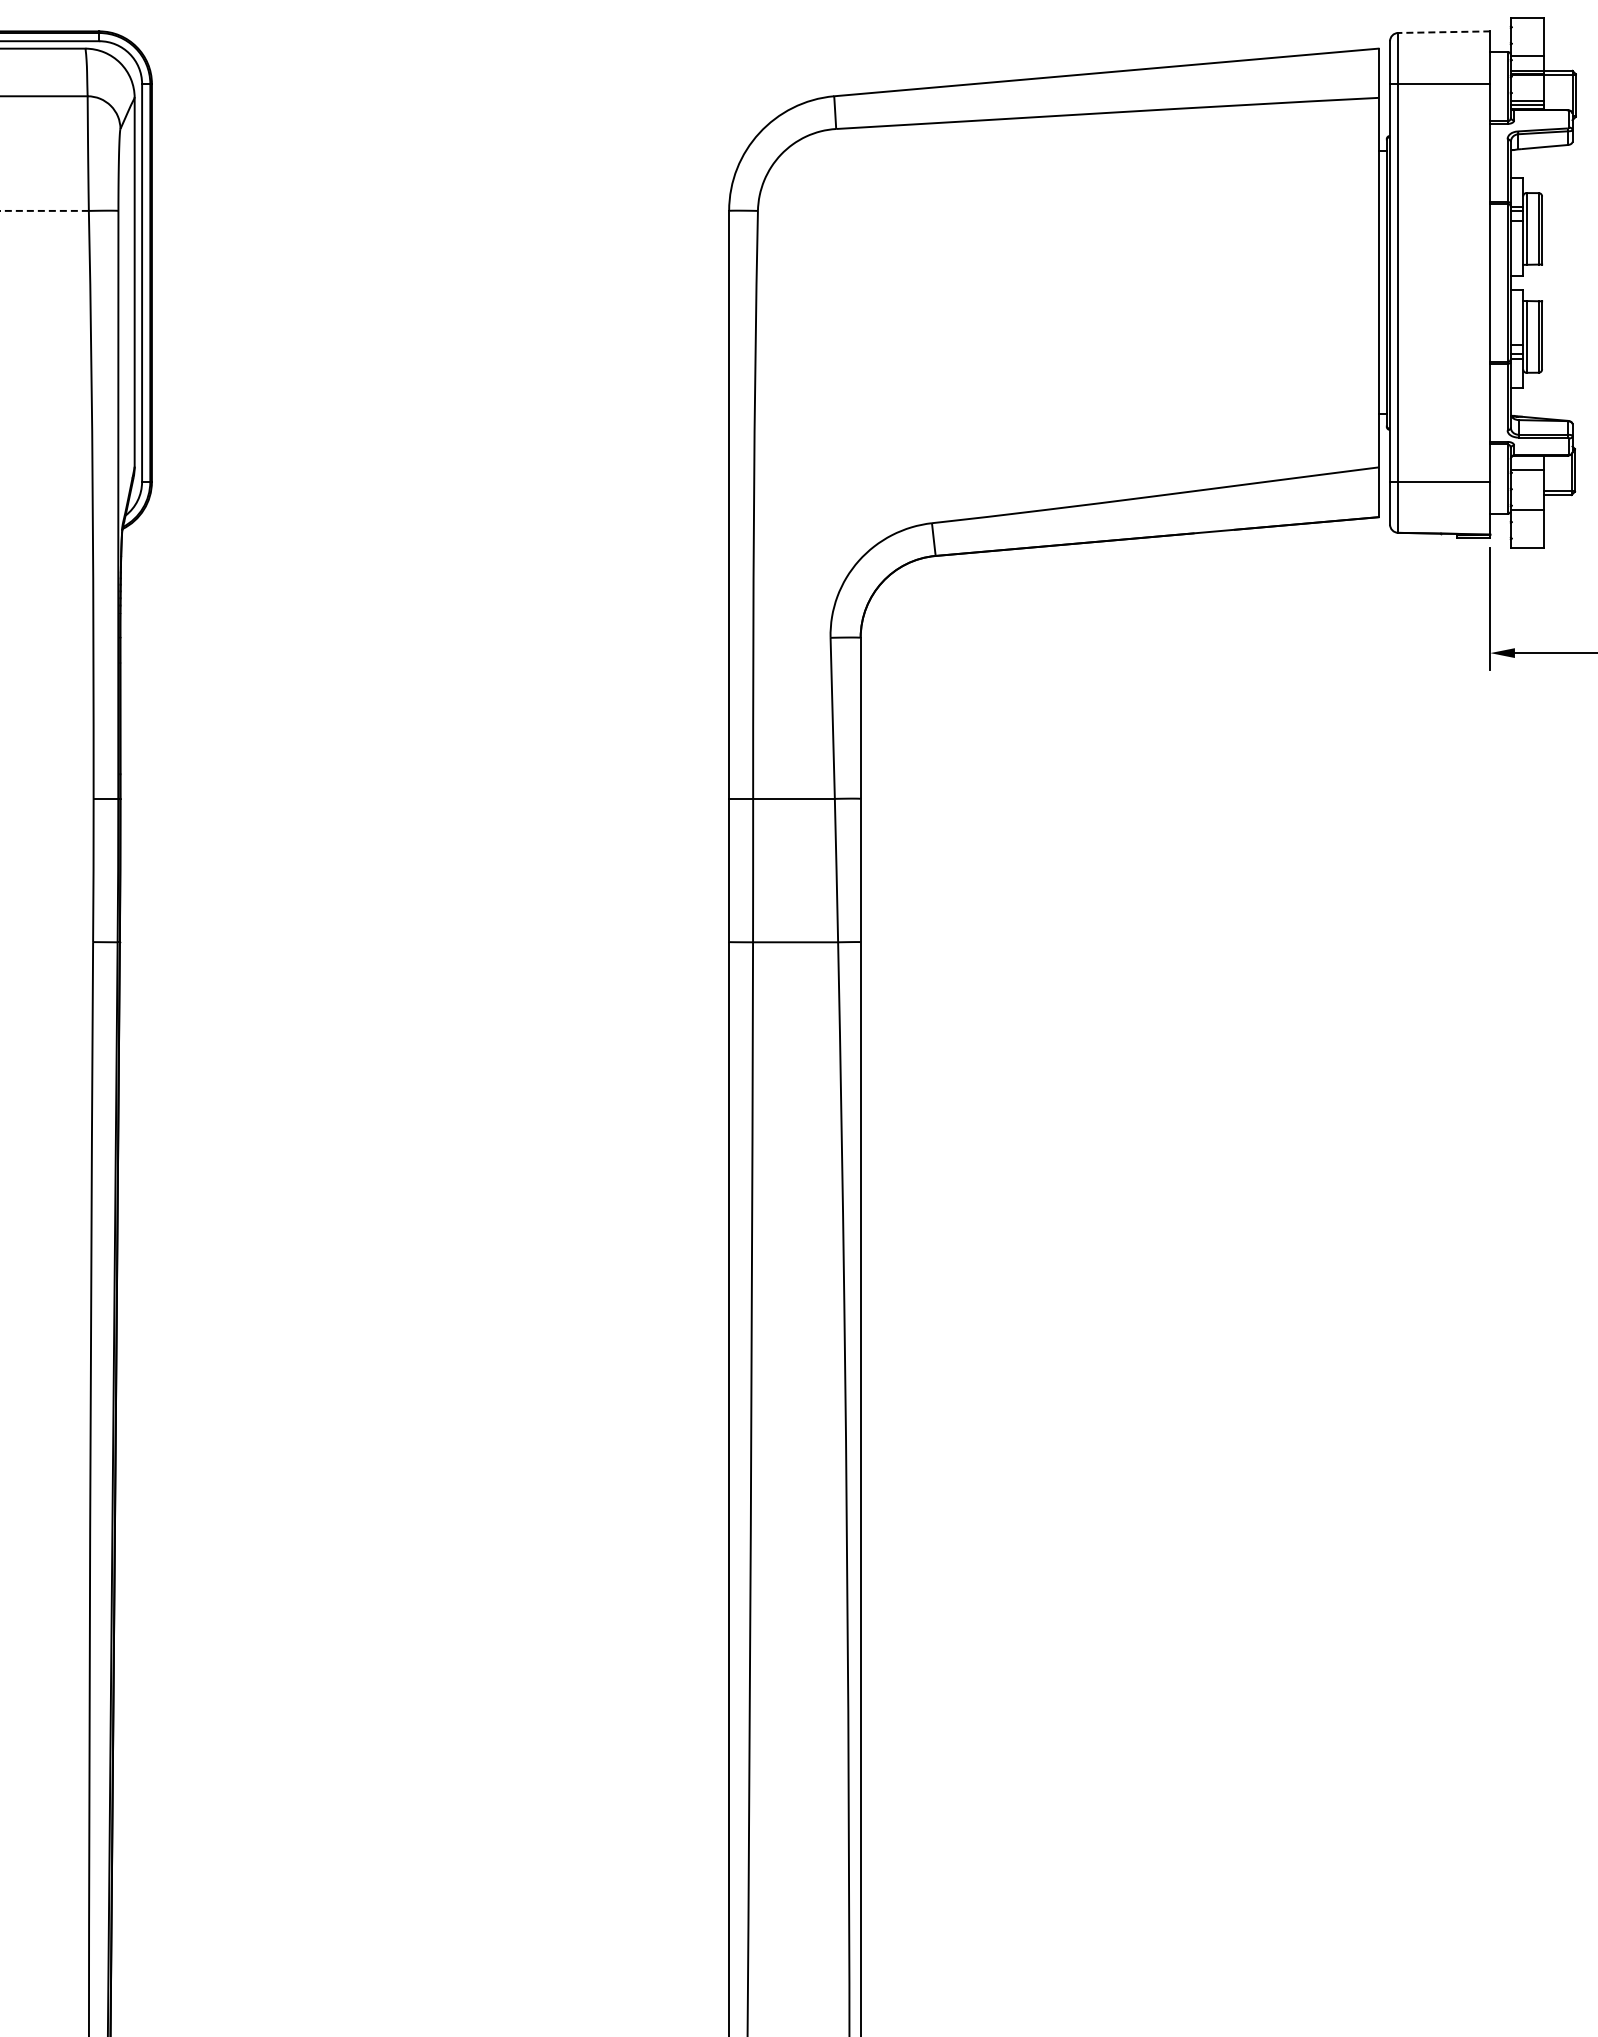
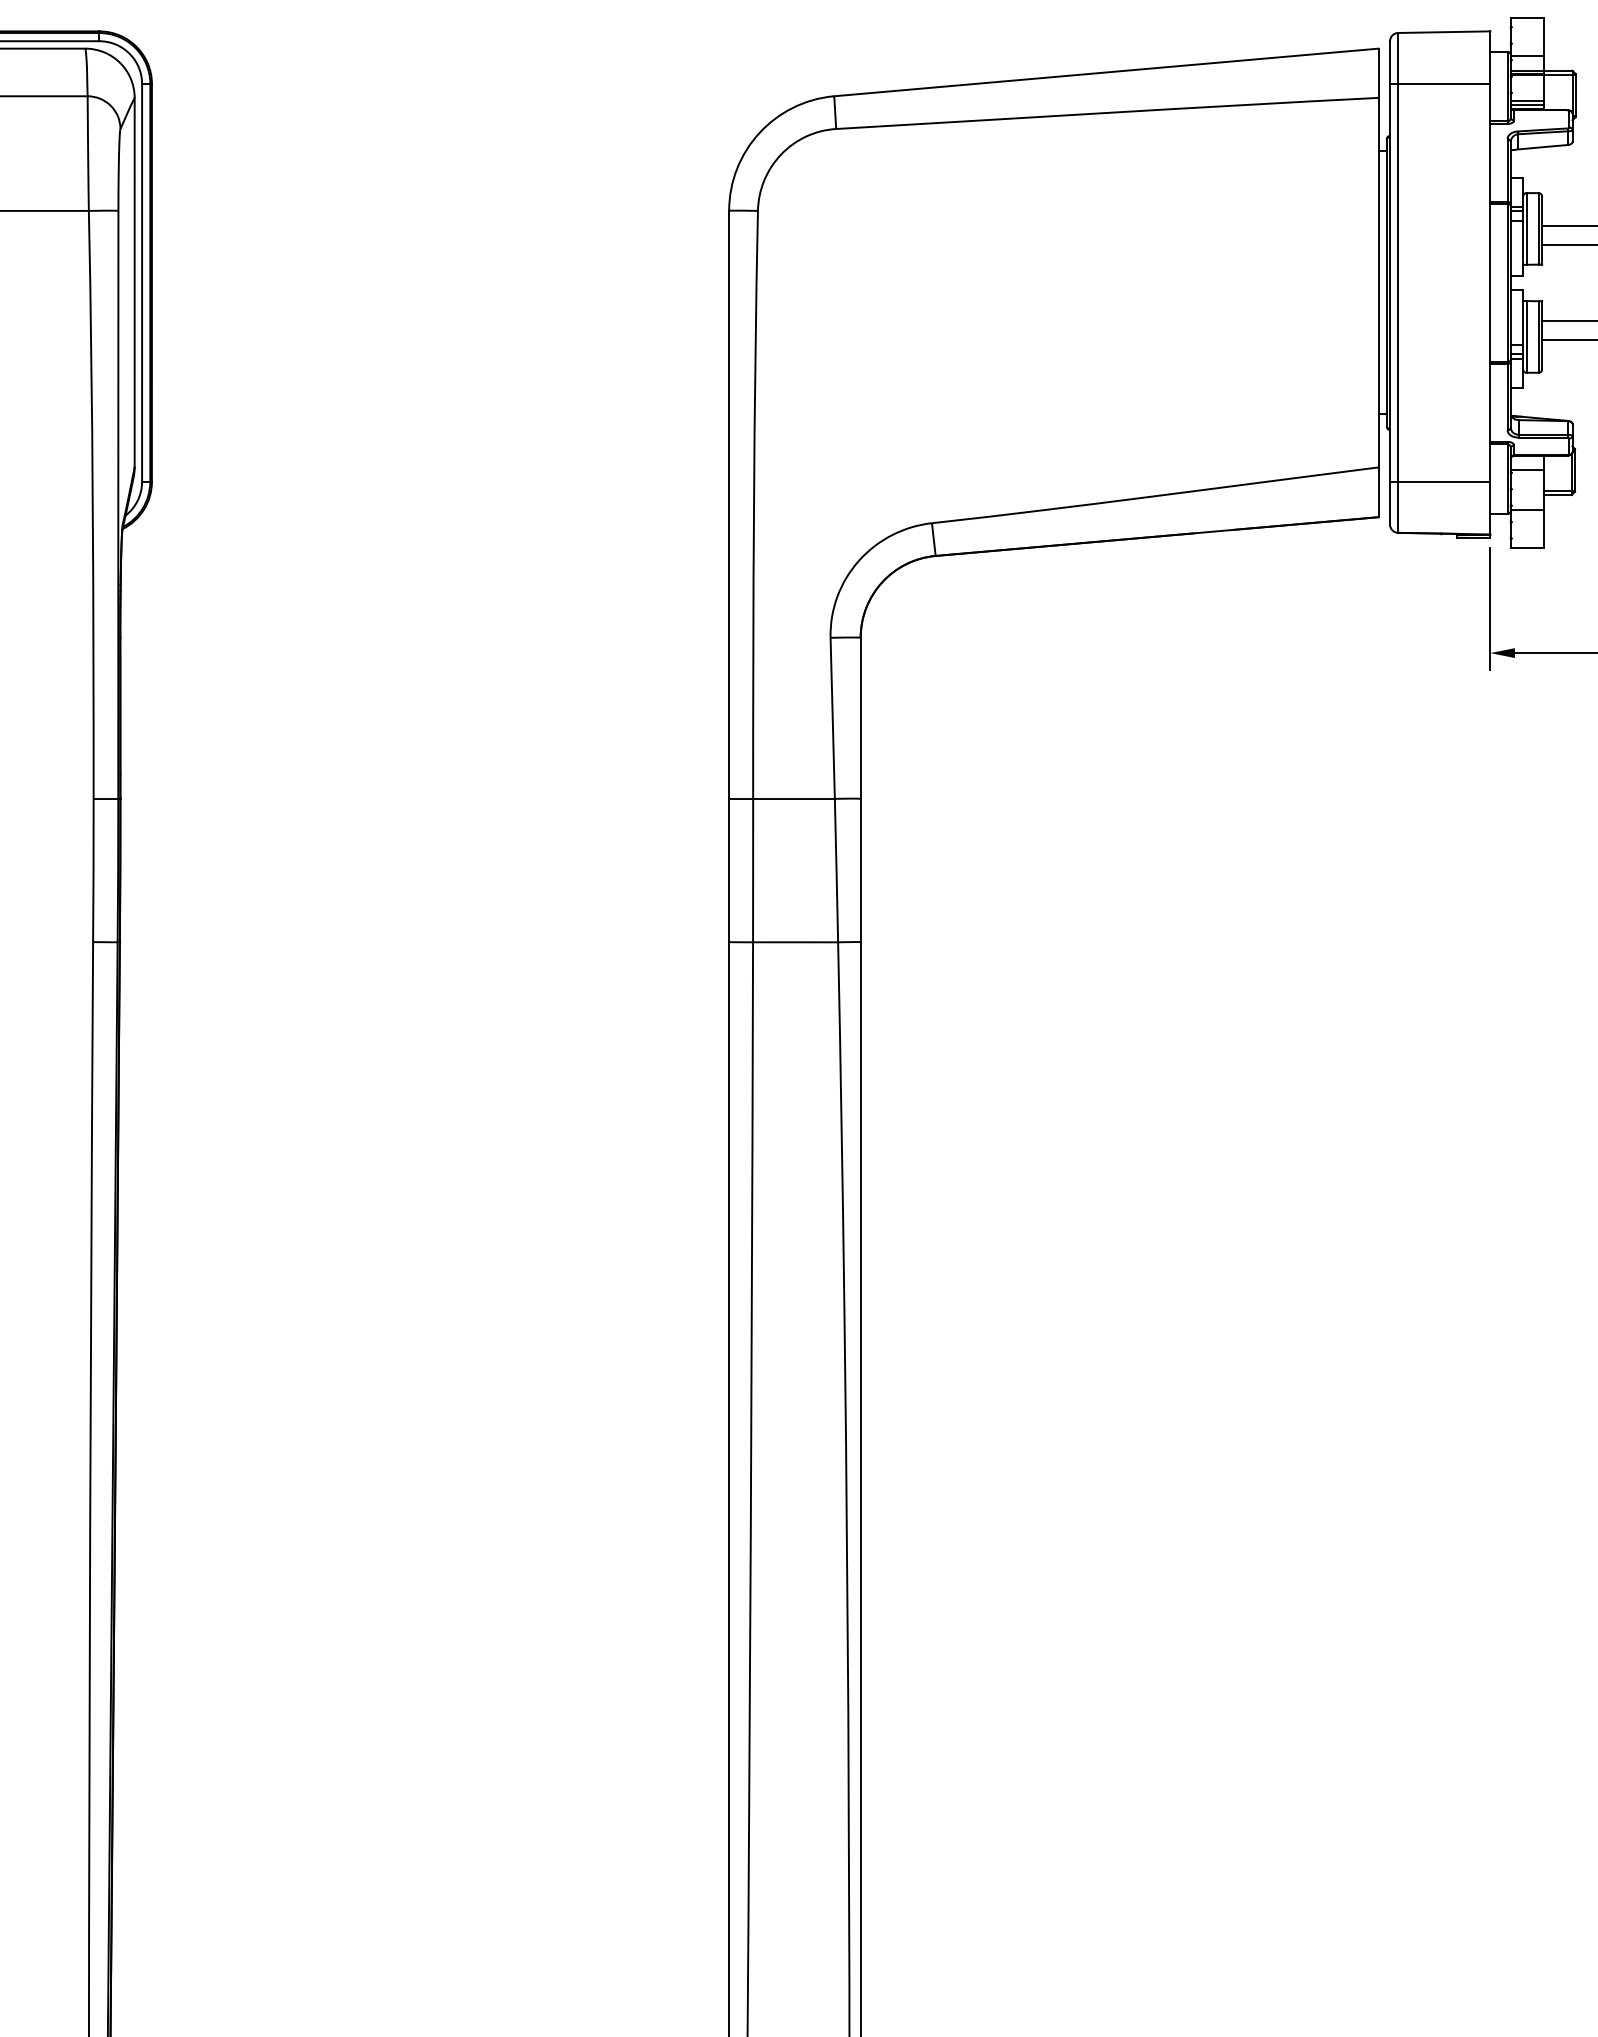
line at (1443, 32): dashed -> solid
line at (44, 210): dashed -> solid
line at (1568, 225): none -> present
line at (1568, 244): none -> present
line at (1568, 321): none -> present
line at (1568, 340): none -> present
